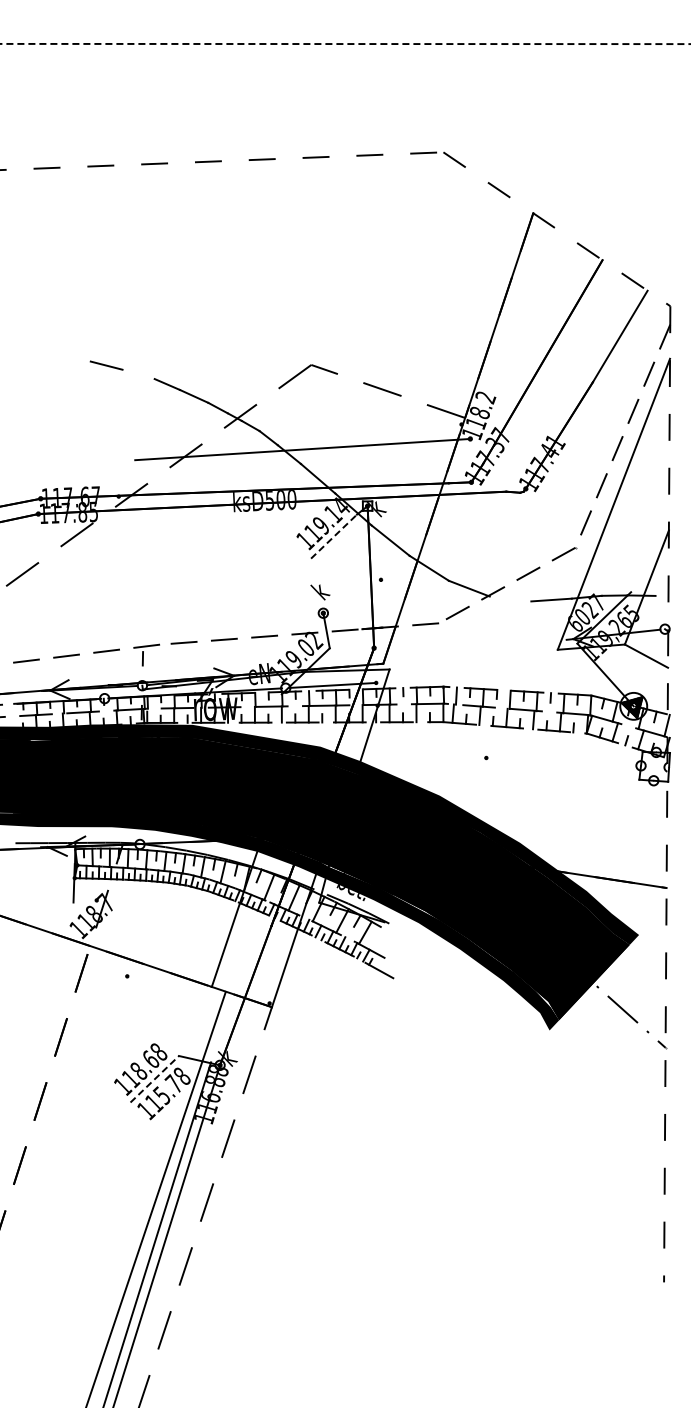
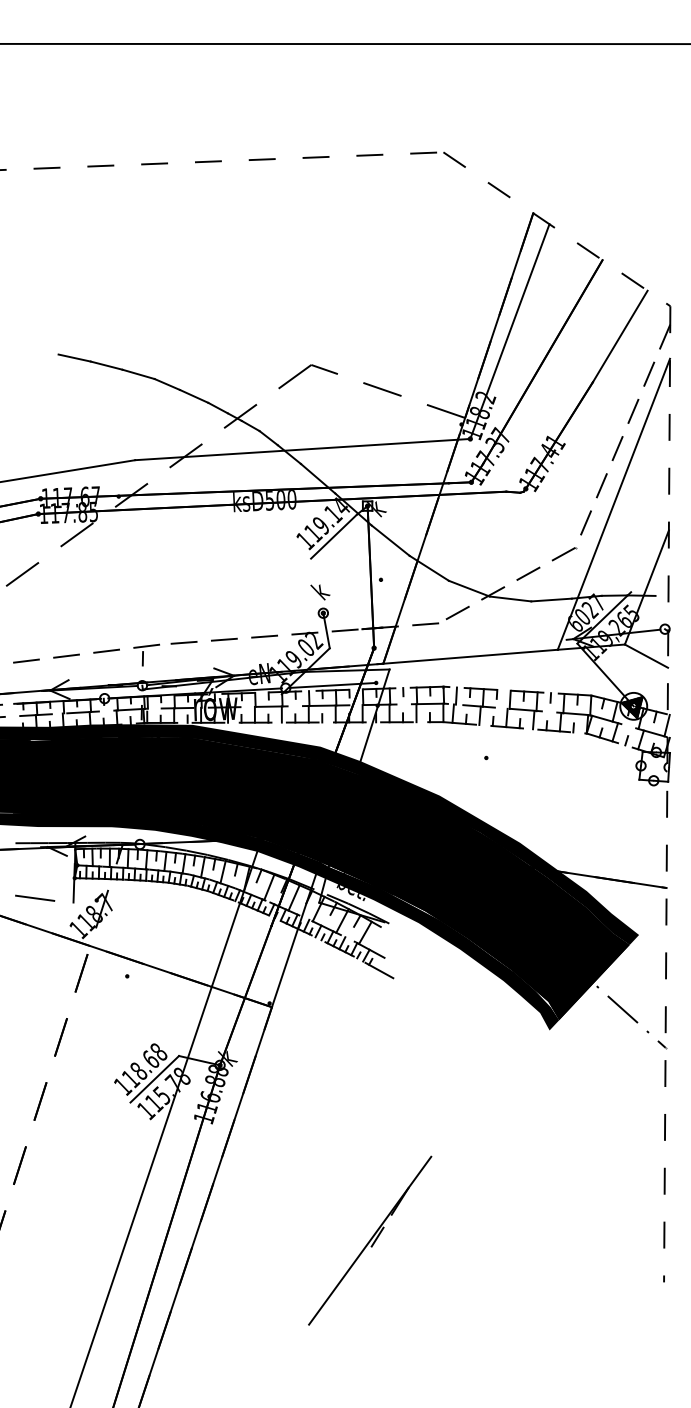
line at (344, 44): dashed -> solid
line at (509, 331): none -> present
line at (74, 357): none -> present
line at (138, 374): none -> present
line at (68, 470): none -> present
line at (334, 536): dashed -> solid
line at (510, 598): none -> present
line at (470, 656): none -> present
line at (35, 897): none -> present
line at (154, 1079): dashed -> solid
line at (155, 1197) position: (155, 1197) -> (141, 1195)
line at (205, 1205): none -> present
line at (157, 1233) position: (157, 1233) -> (167, 1234)
part at (370, 1240): none -> present
